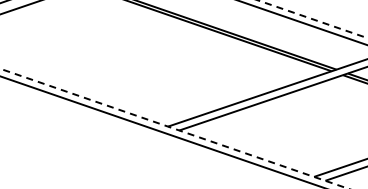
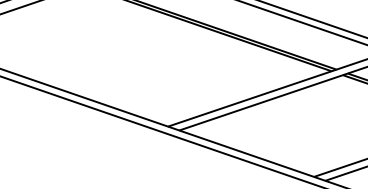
line at (311, 18): dashed -> solid
line at (174, 128): dashed -> solid
